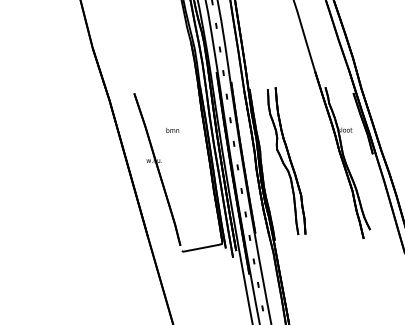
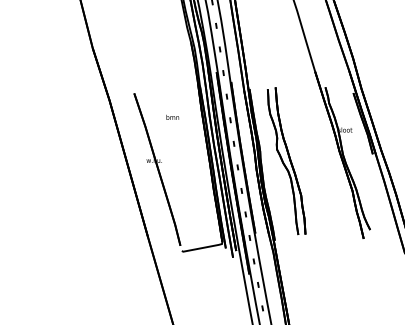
text at (172, 129) position: (172, 129) -> (172, 116)
